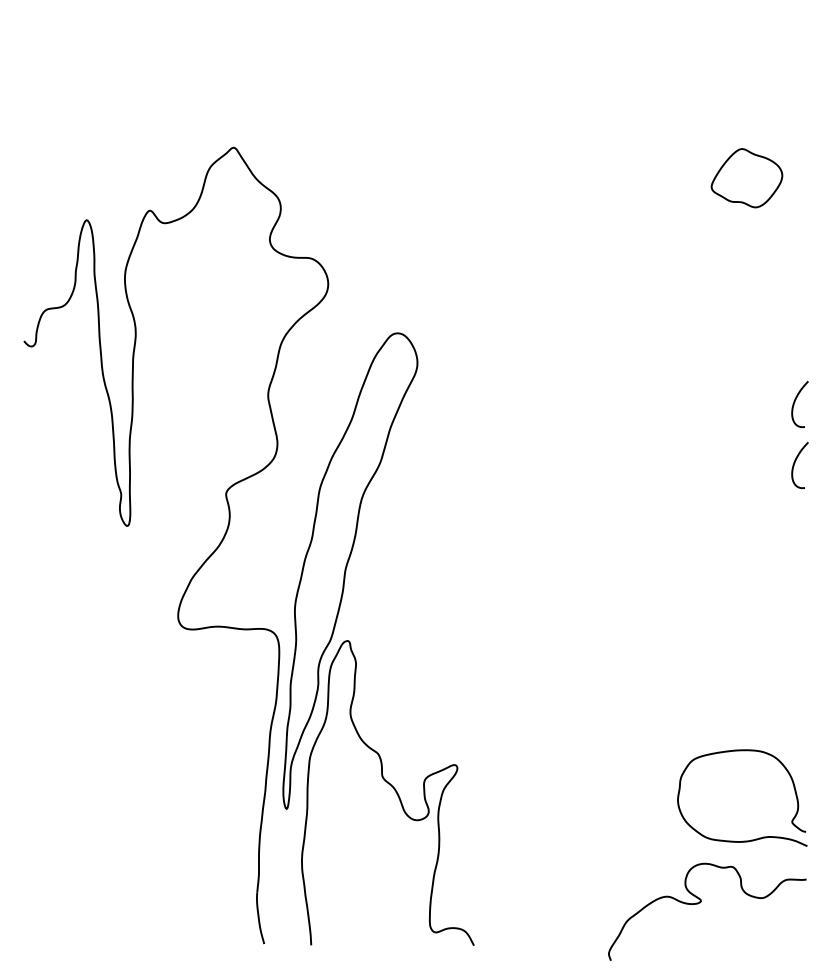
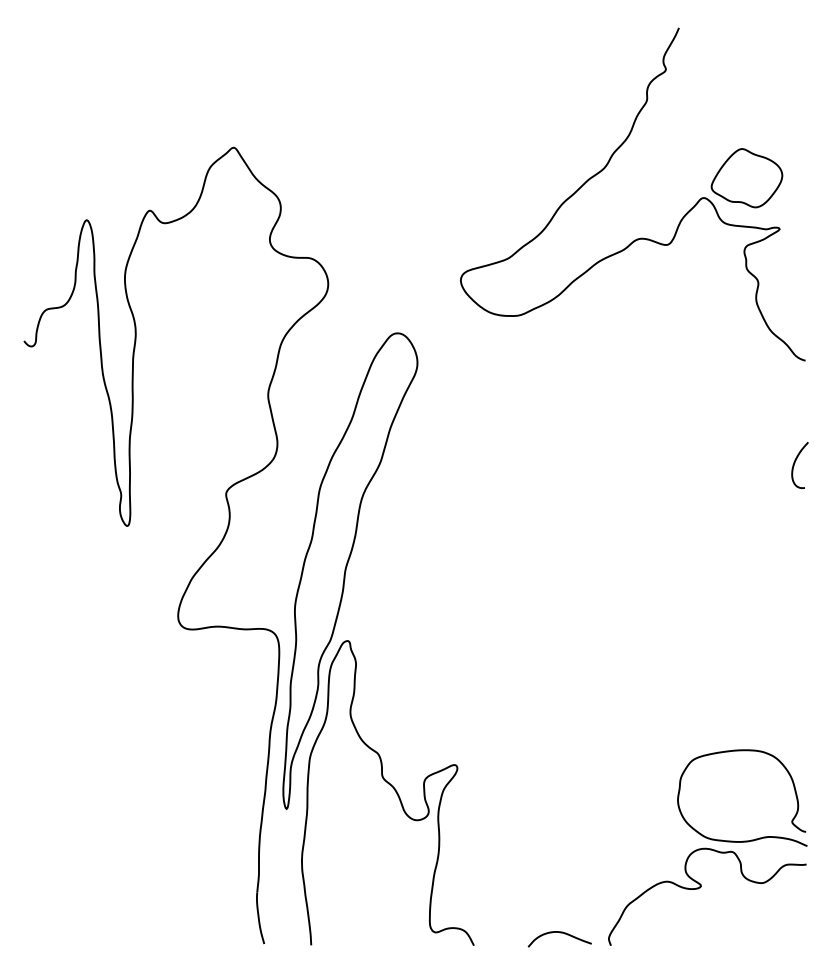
curve at (606, 167): none -> present
curve at (795, 402): present -> none
curve at (700, 903) position: (700, 903) -> (700, 888)
curve at (560, 933): none -> present
